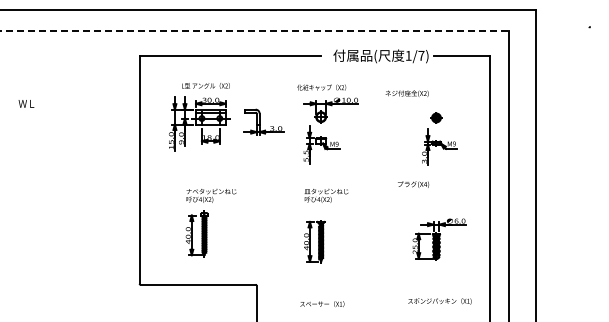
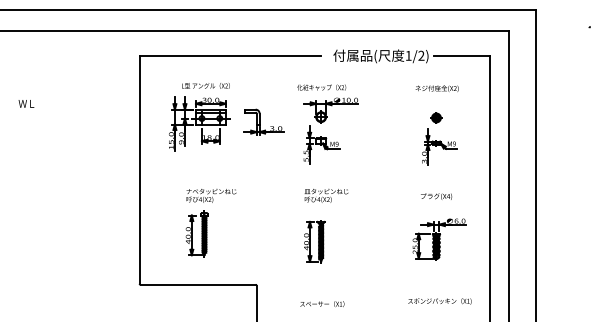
line at (254, 31): dashed -> solid
text at (421, 55): 1/7) -> 1/2)
text at (406, 93) position: (406, 93) -> (436, 88)
text at (413, 184) position: (413, 184) -> (436, 196)
